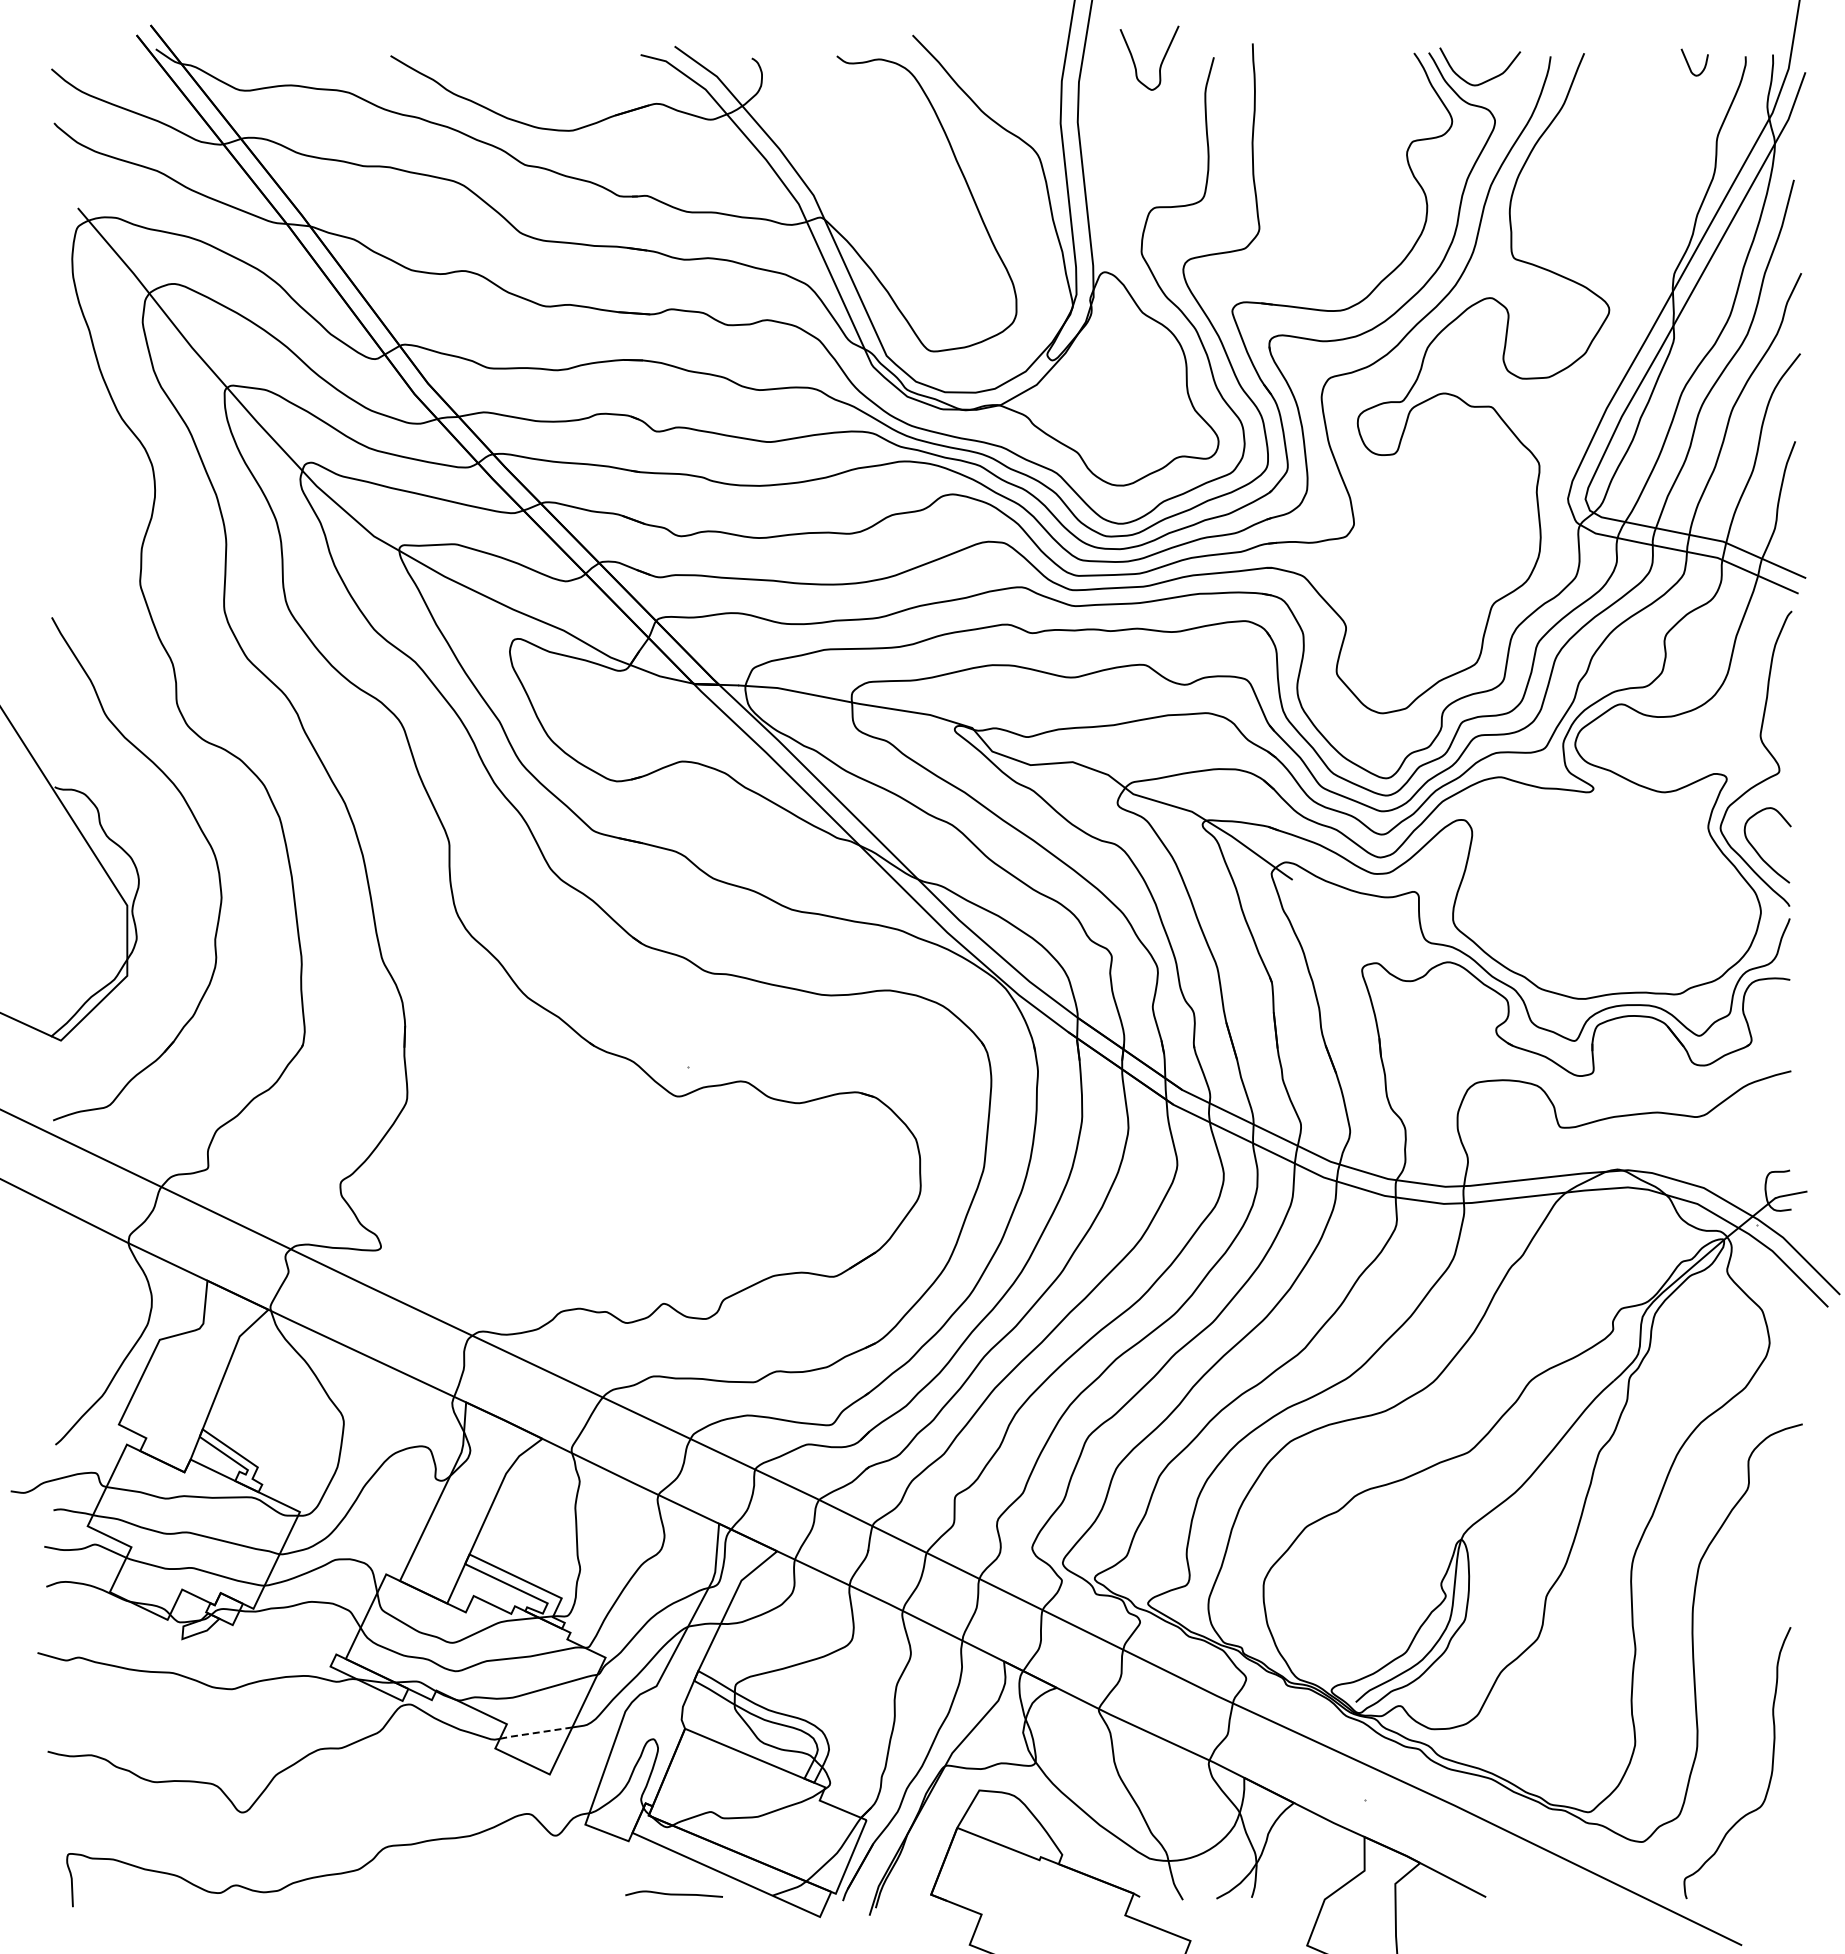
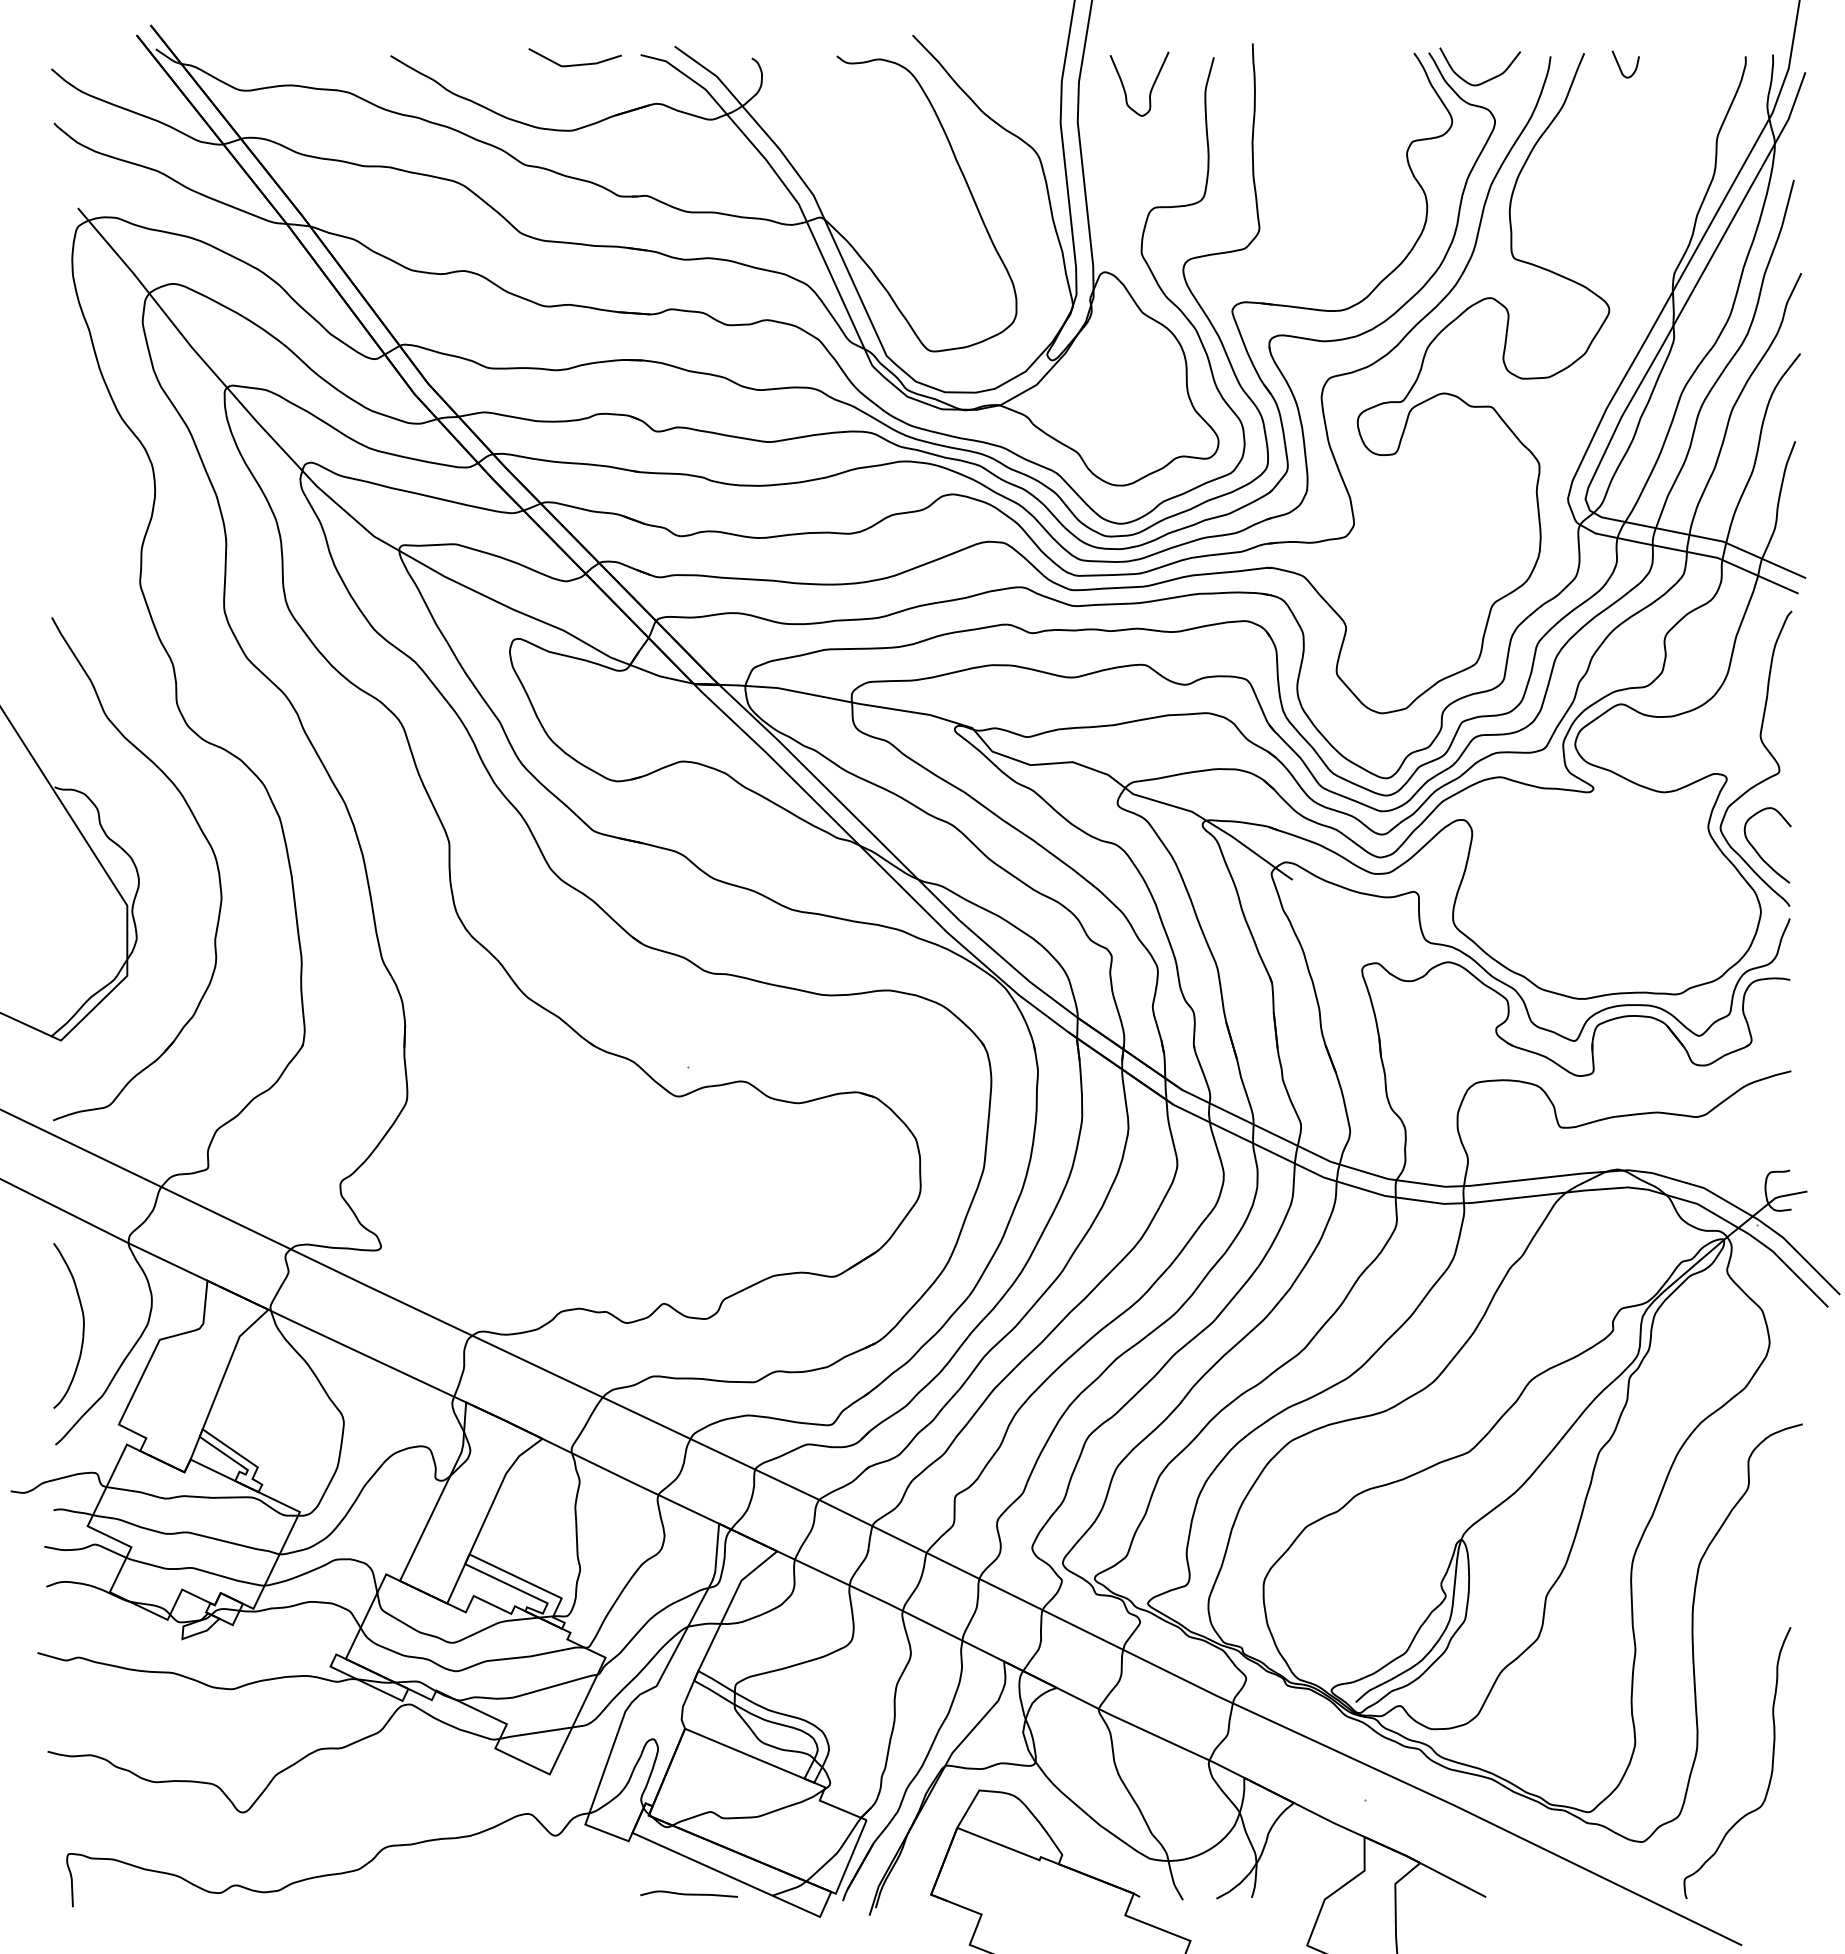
curve at (1160, 63) position: (1160, 63) -> (1150, 89)
line at (574, 64): none -> present
curve at (1689, 64) position: (1689, 64) -> (1620, 66)
curve at (82, 1327): none -> present
line at (535, 1733): dashed -> solid
curve at (673, 1893) position: (673, 1893) -> (688, 1893)
